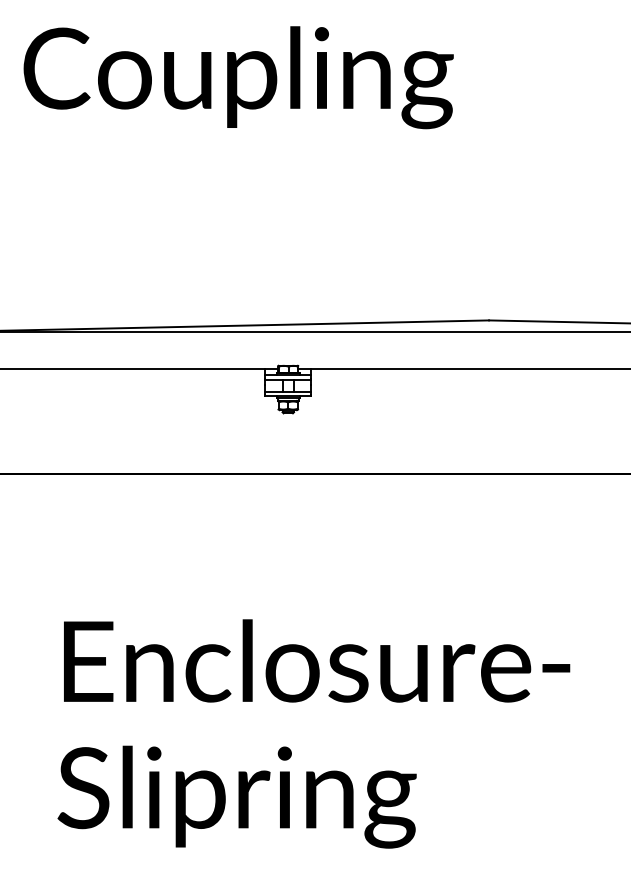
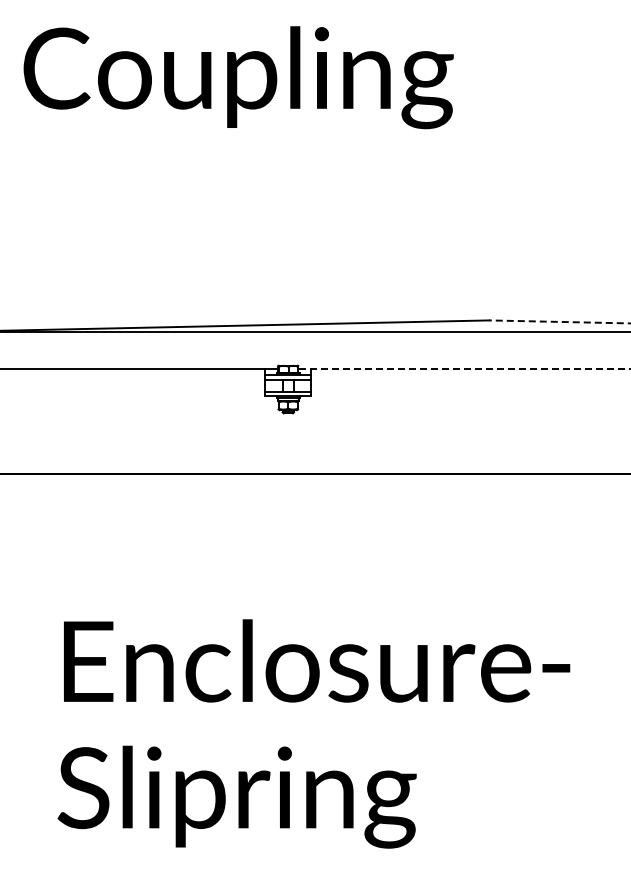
line at (560, 321): solid -> dashed
line at (464, 368): solid -> dashed
